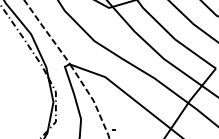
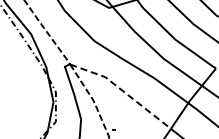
line at (123, 91): solid -> dashed
